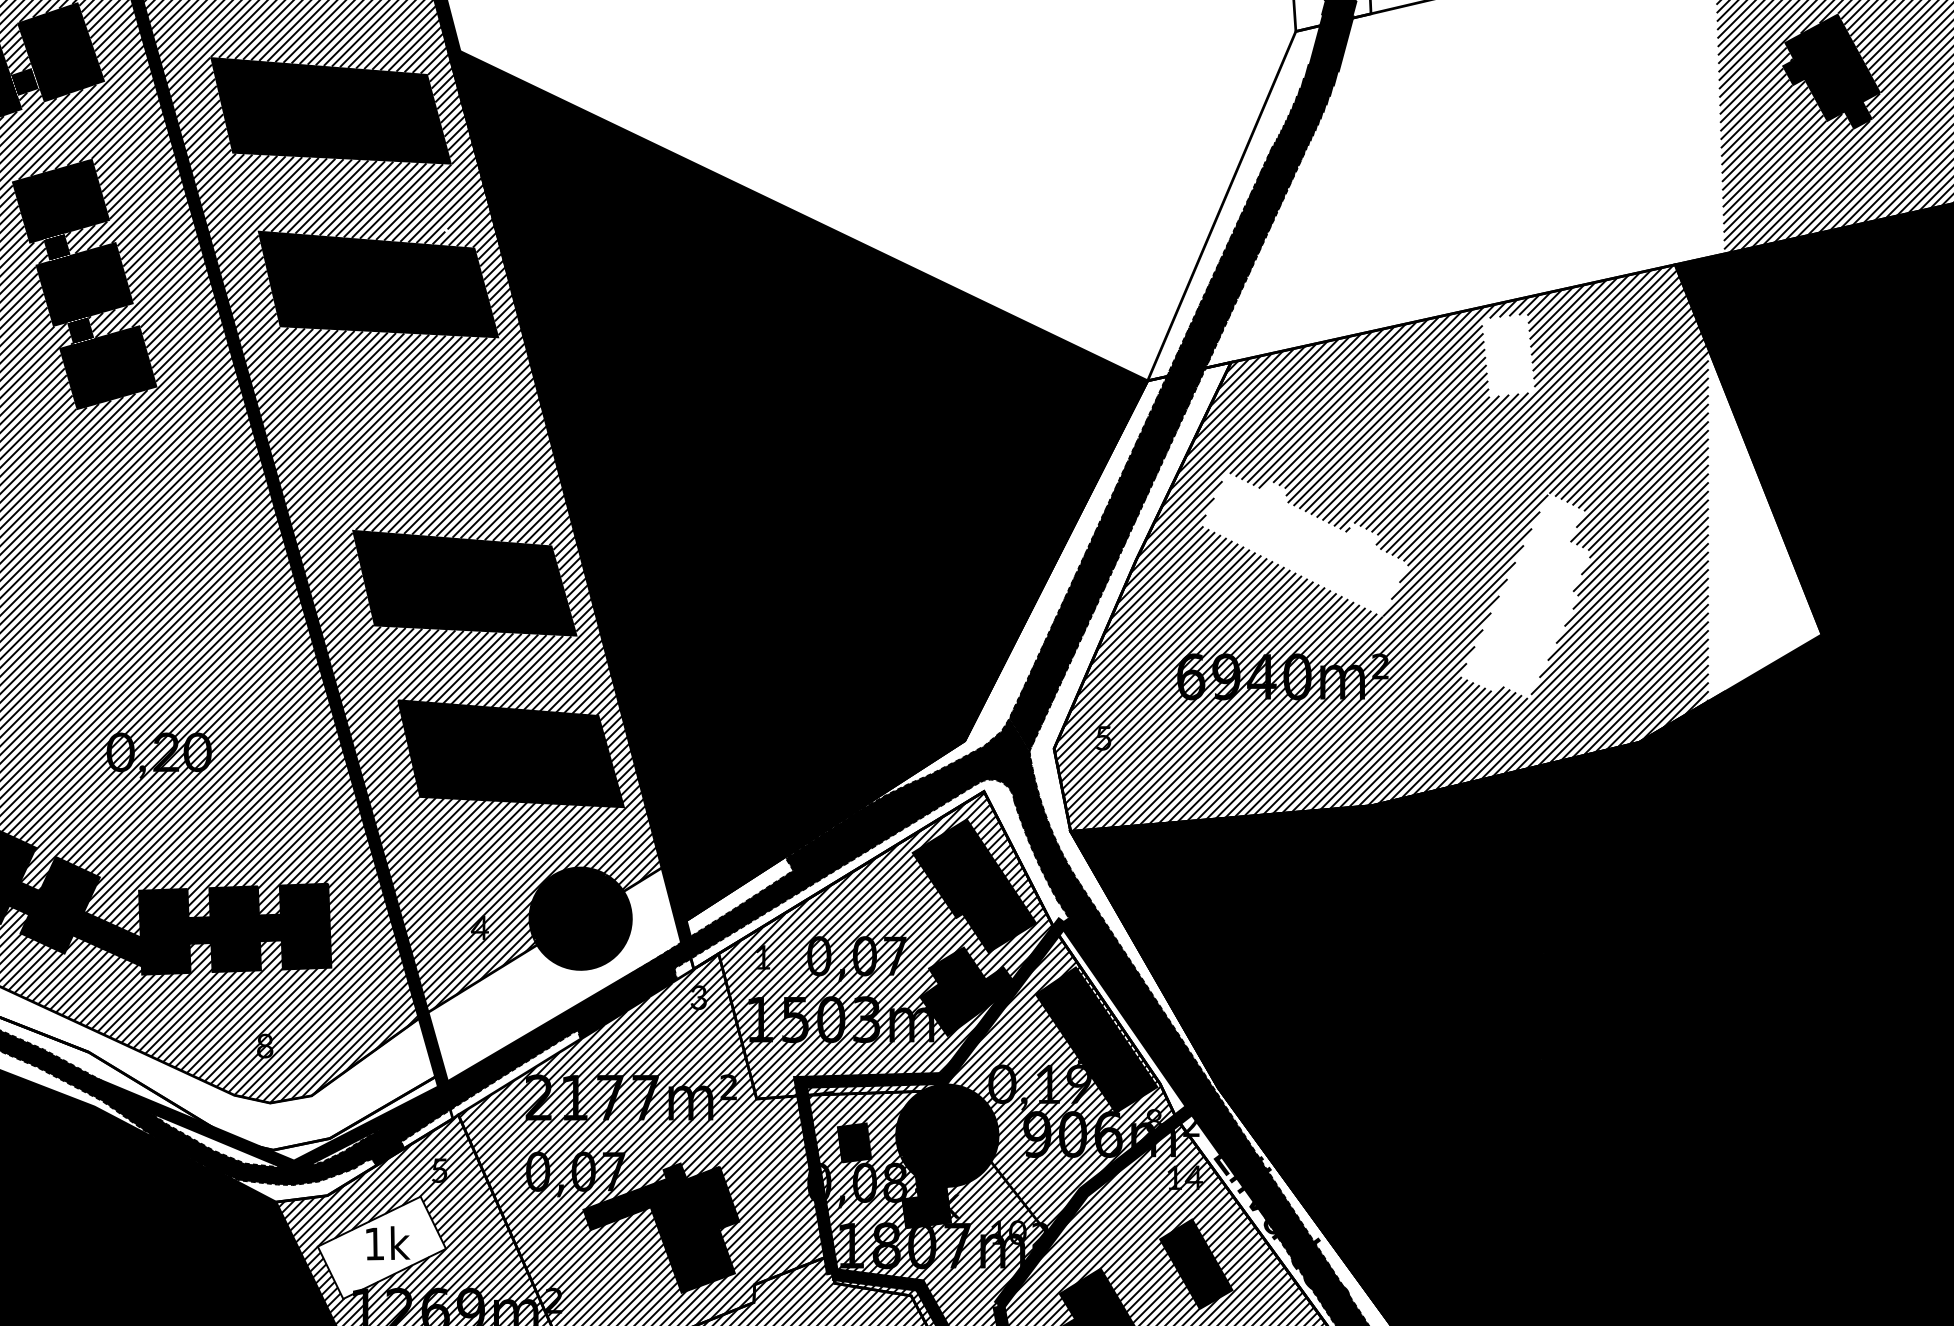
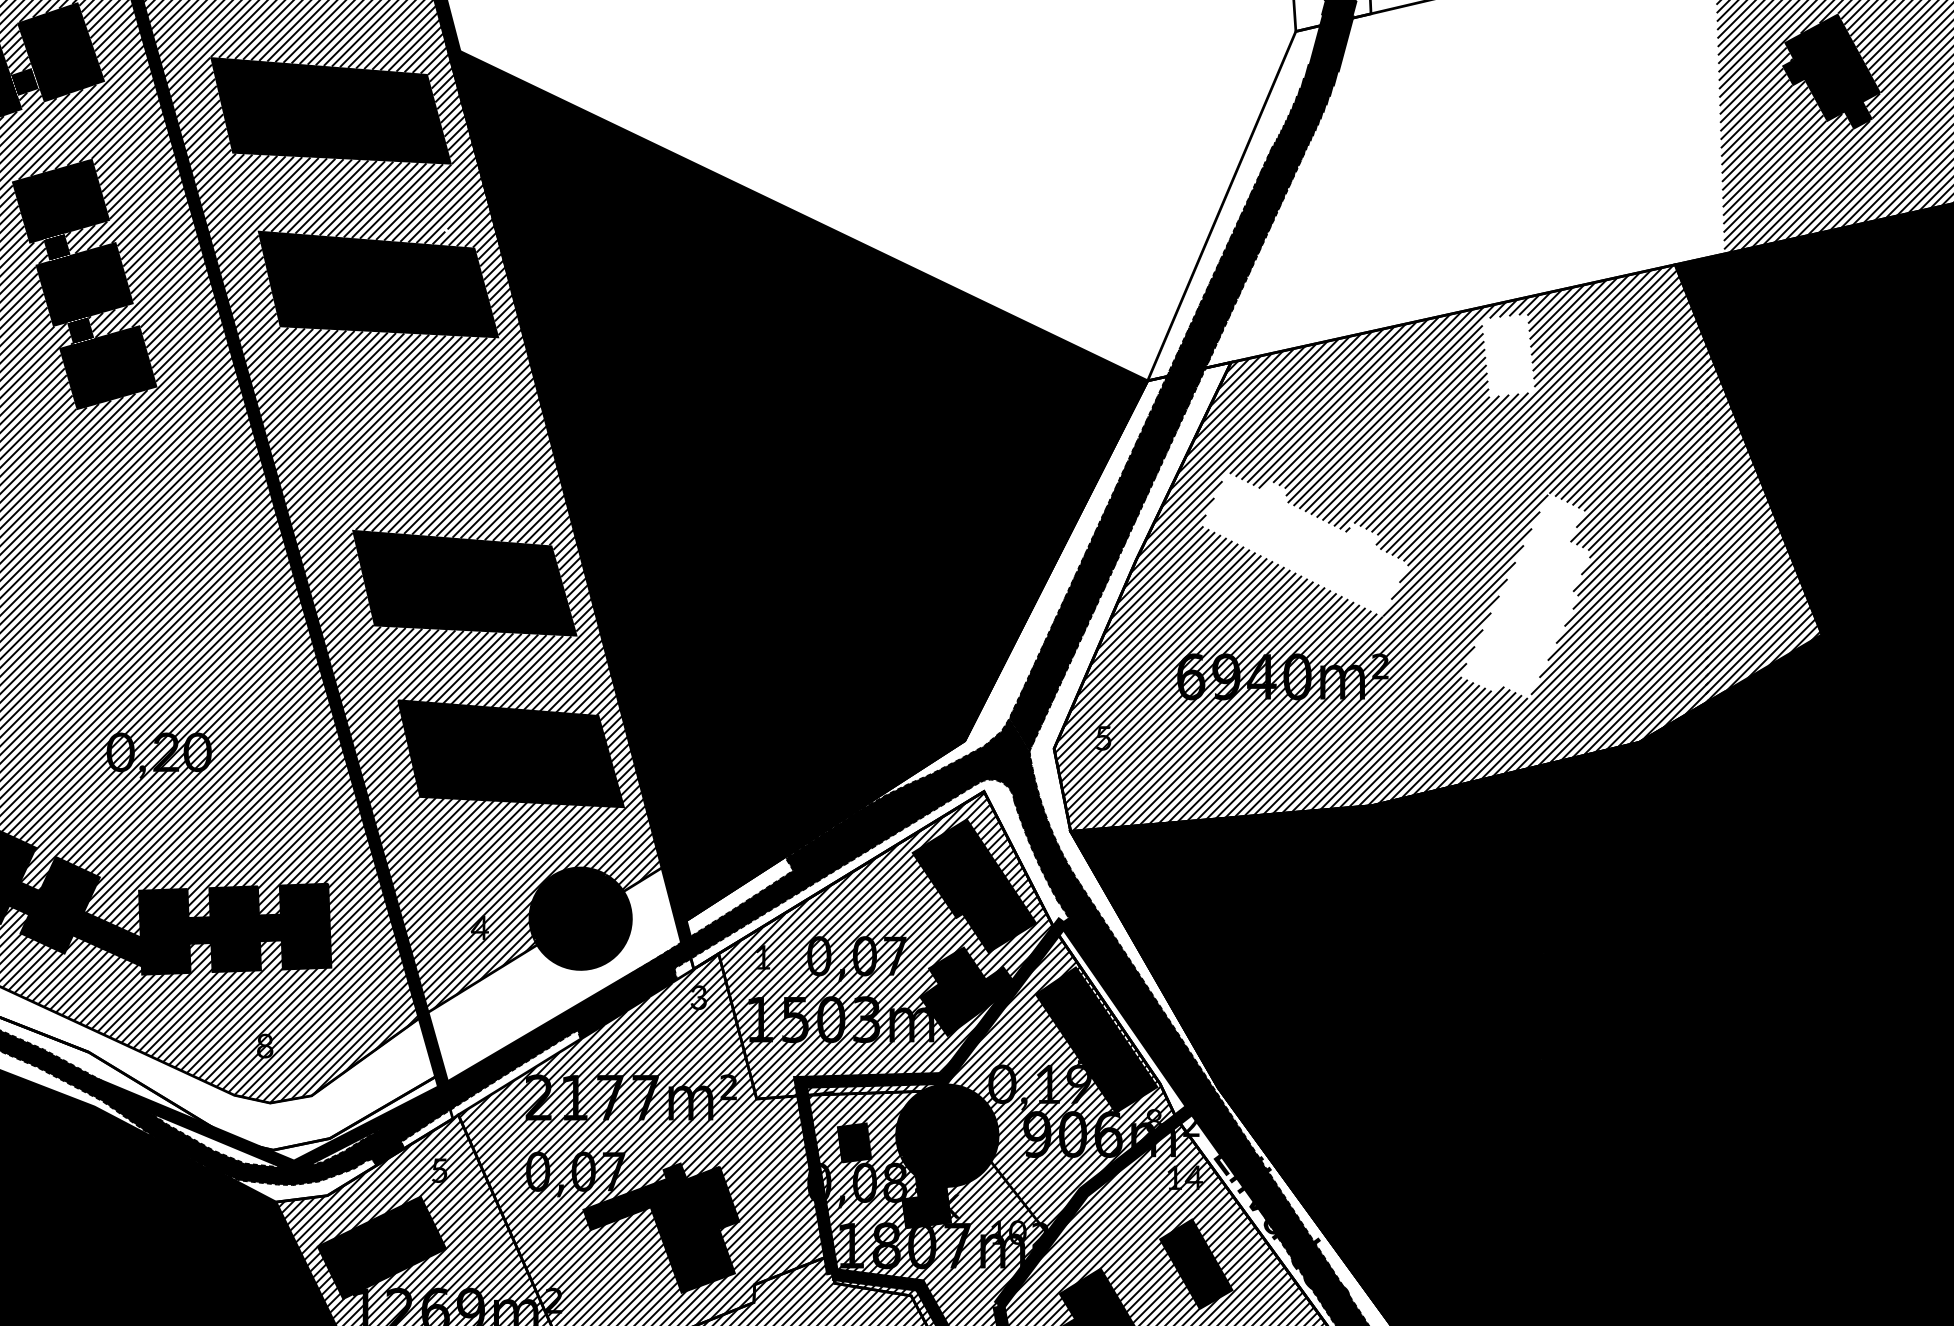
hatch at (1762, 523): none -> present
fill at (381, 1247): none -> present
